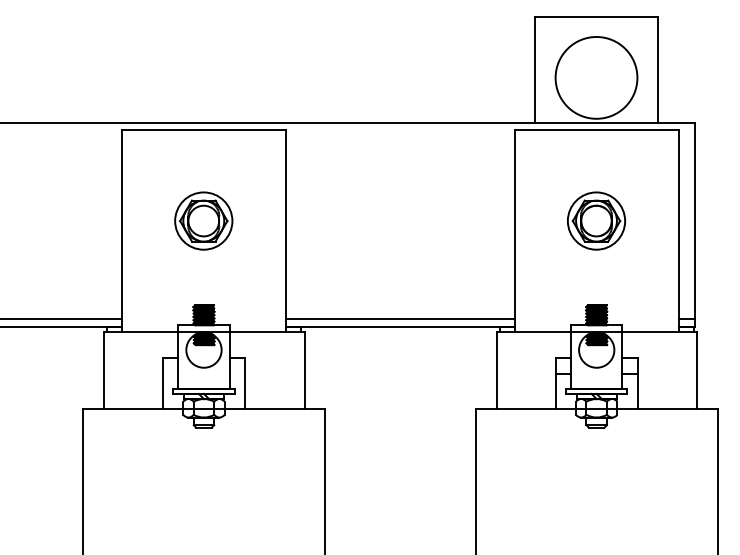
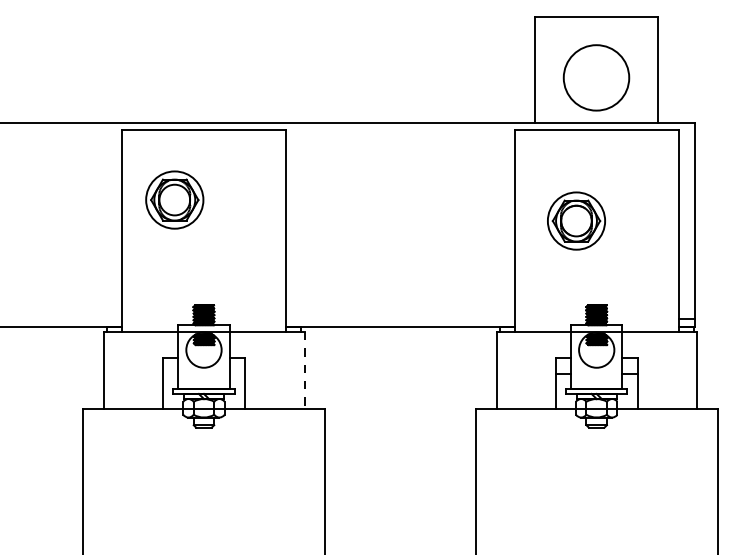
circle at (596, 77) diameter: 82 px -> 65 px
part at (203, 220) position: (203, 220) -> (174, 199)
part at (596, 220) position: (596, 220) -> (576, 220)
line at (62, 319): present -> none
line at (399, 319): present -> none
line at (304, 370): solid -> dashed
